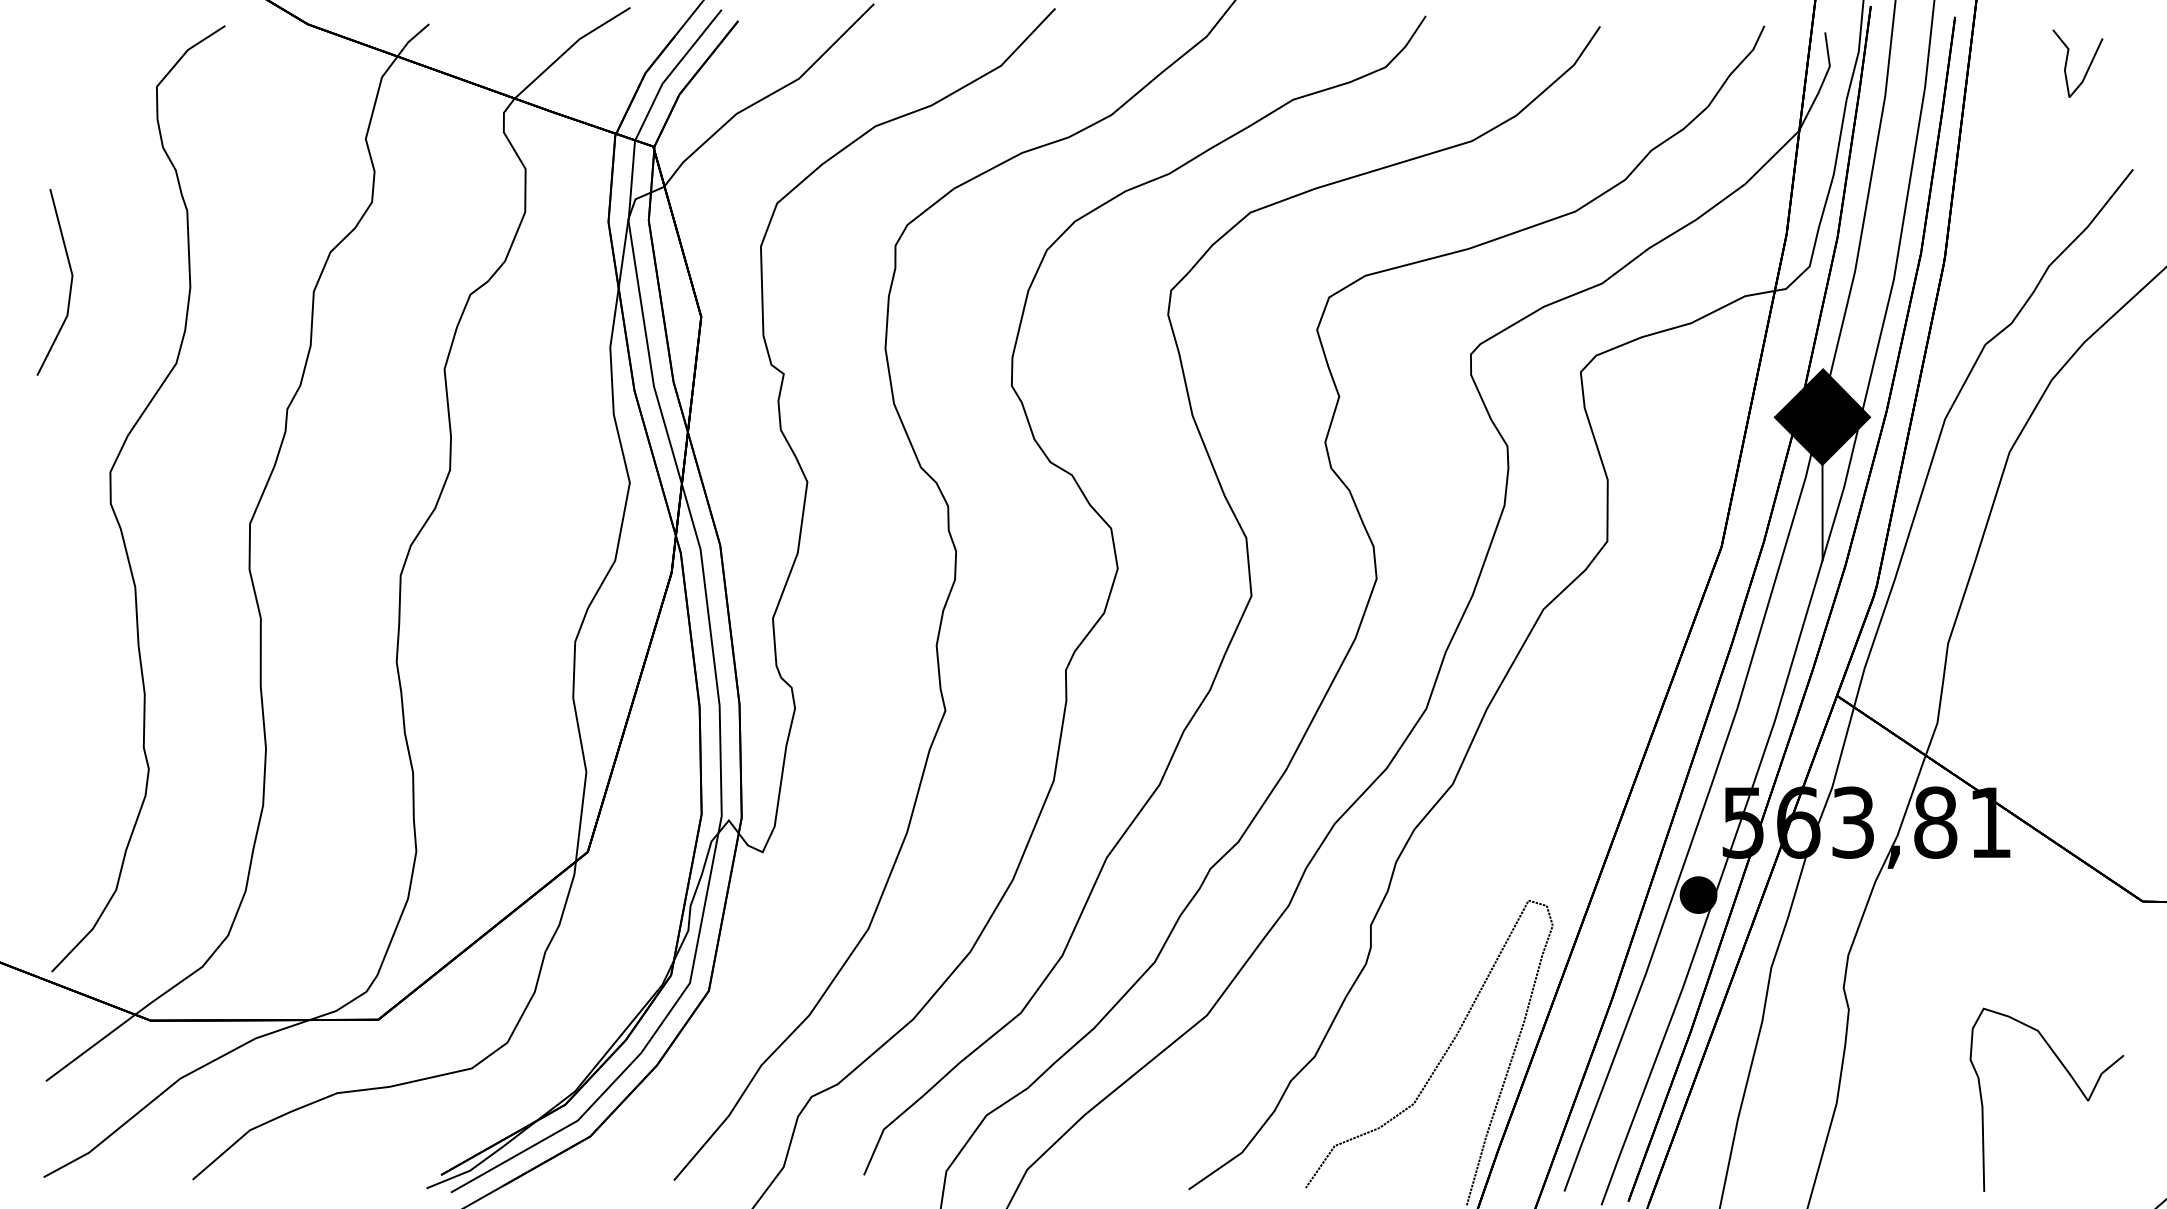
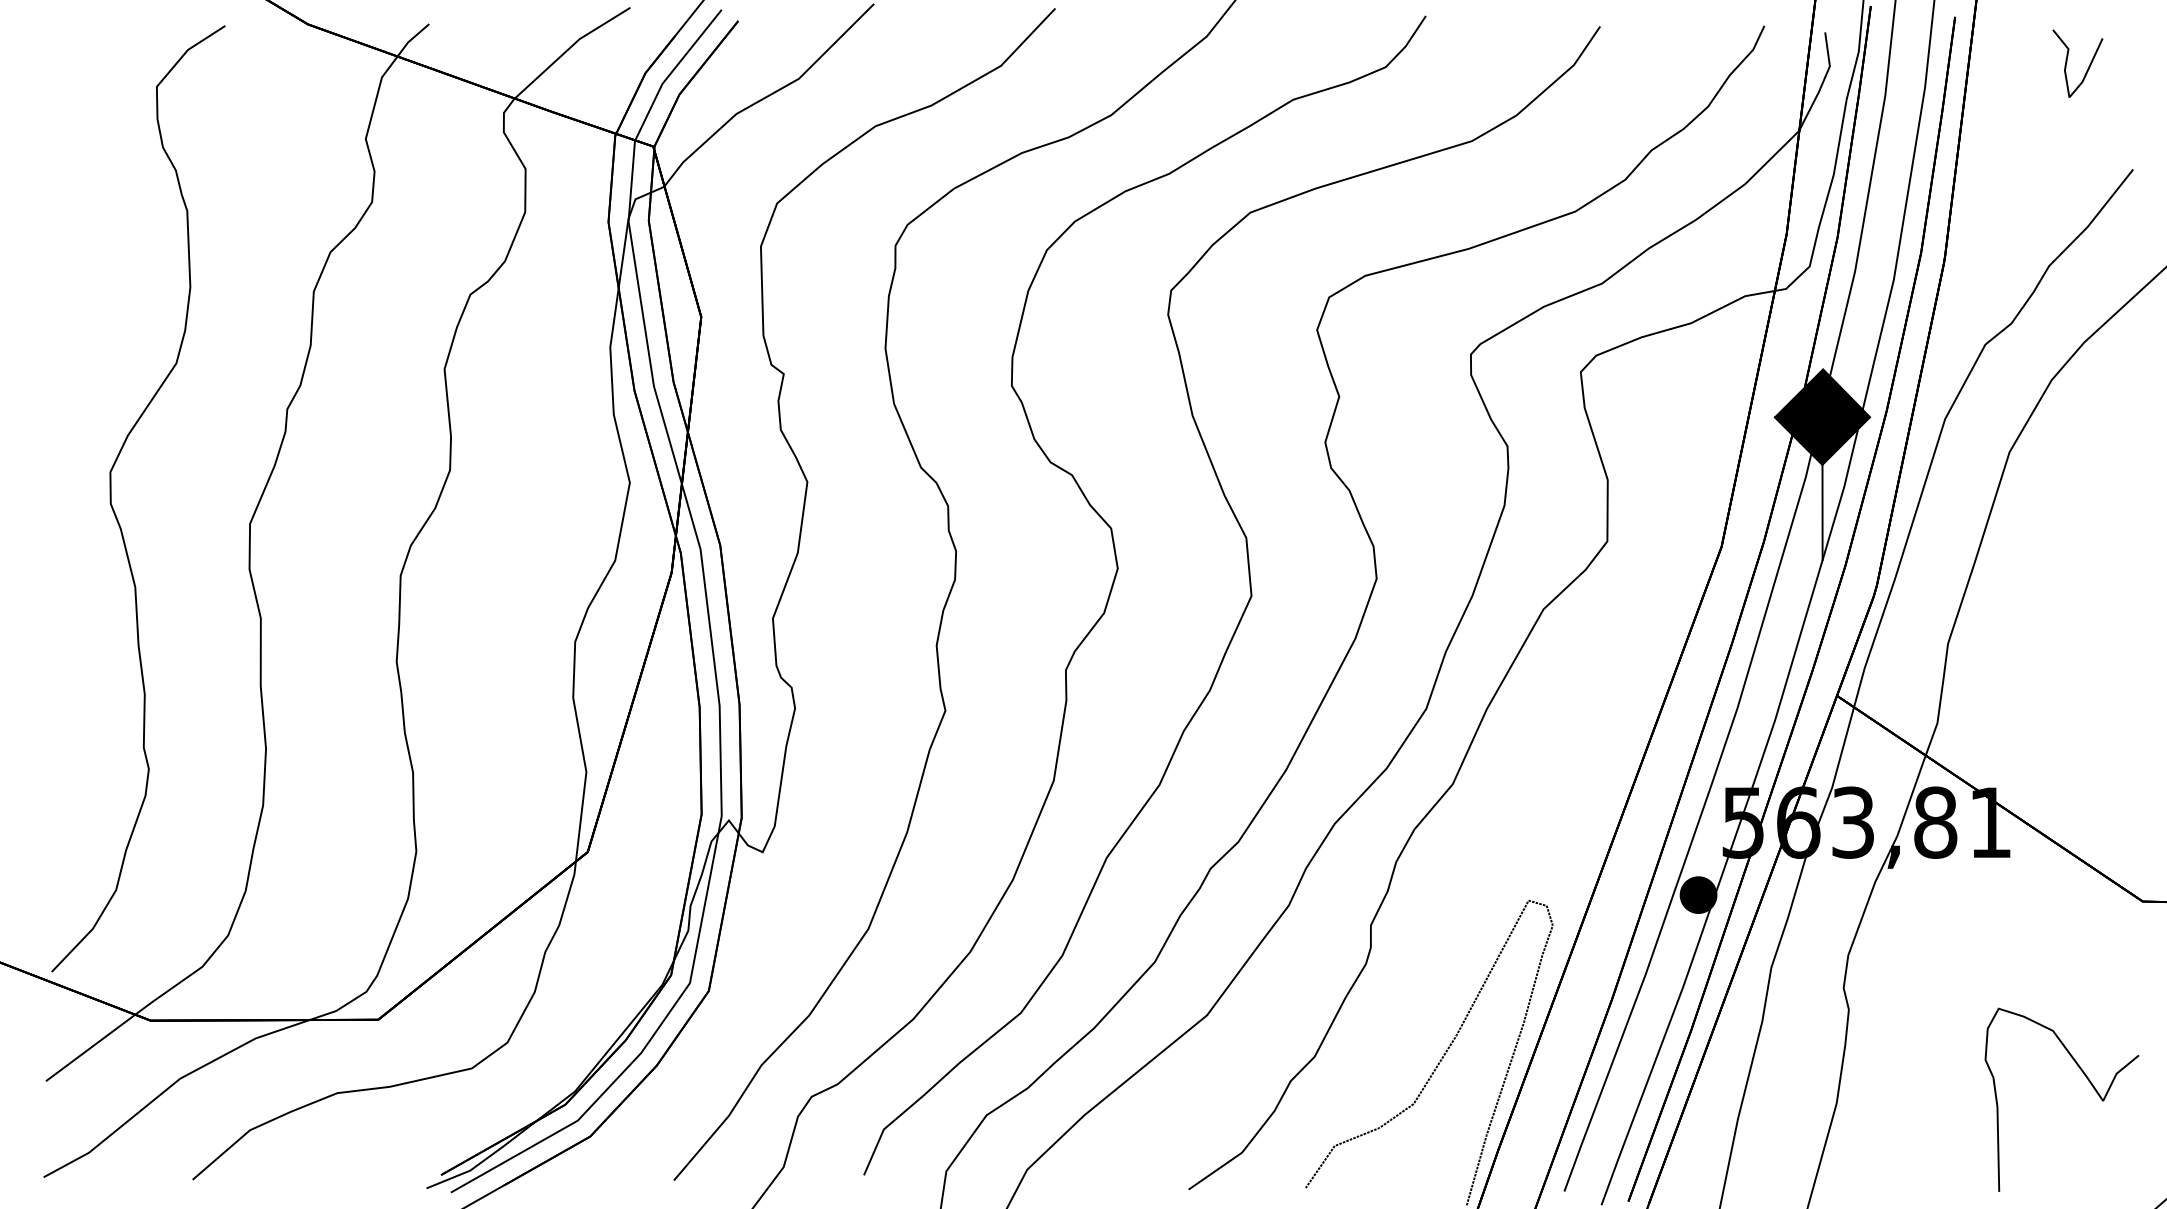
line at (70, 282): present -> none
curve at (2073, 1081) position: (2073, 1081) -> (2088, 1081)
